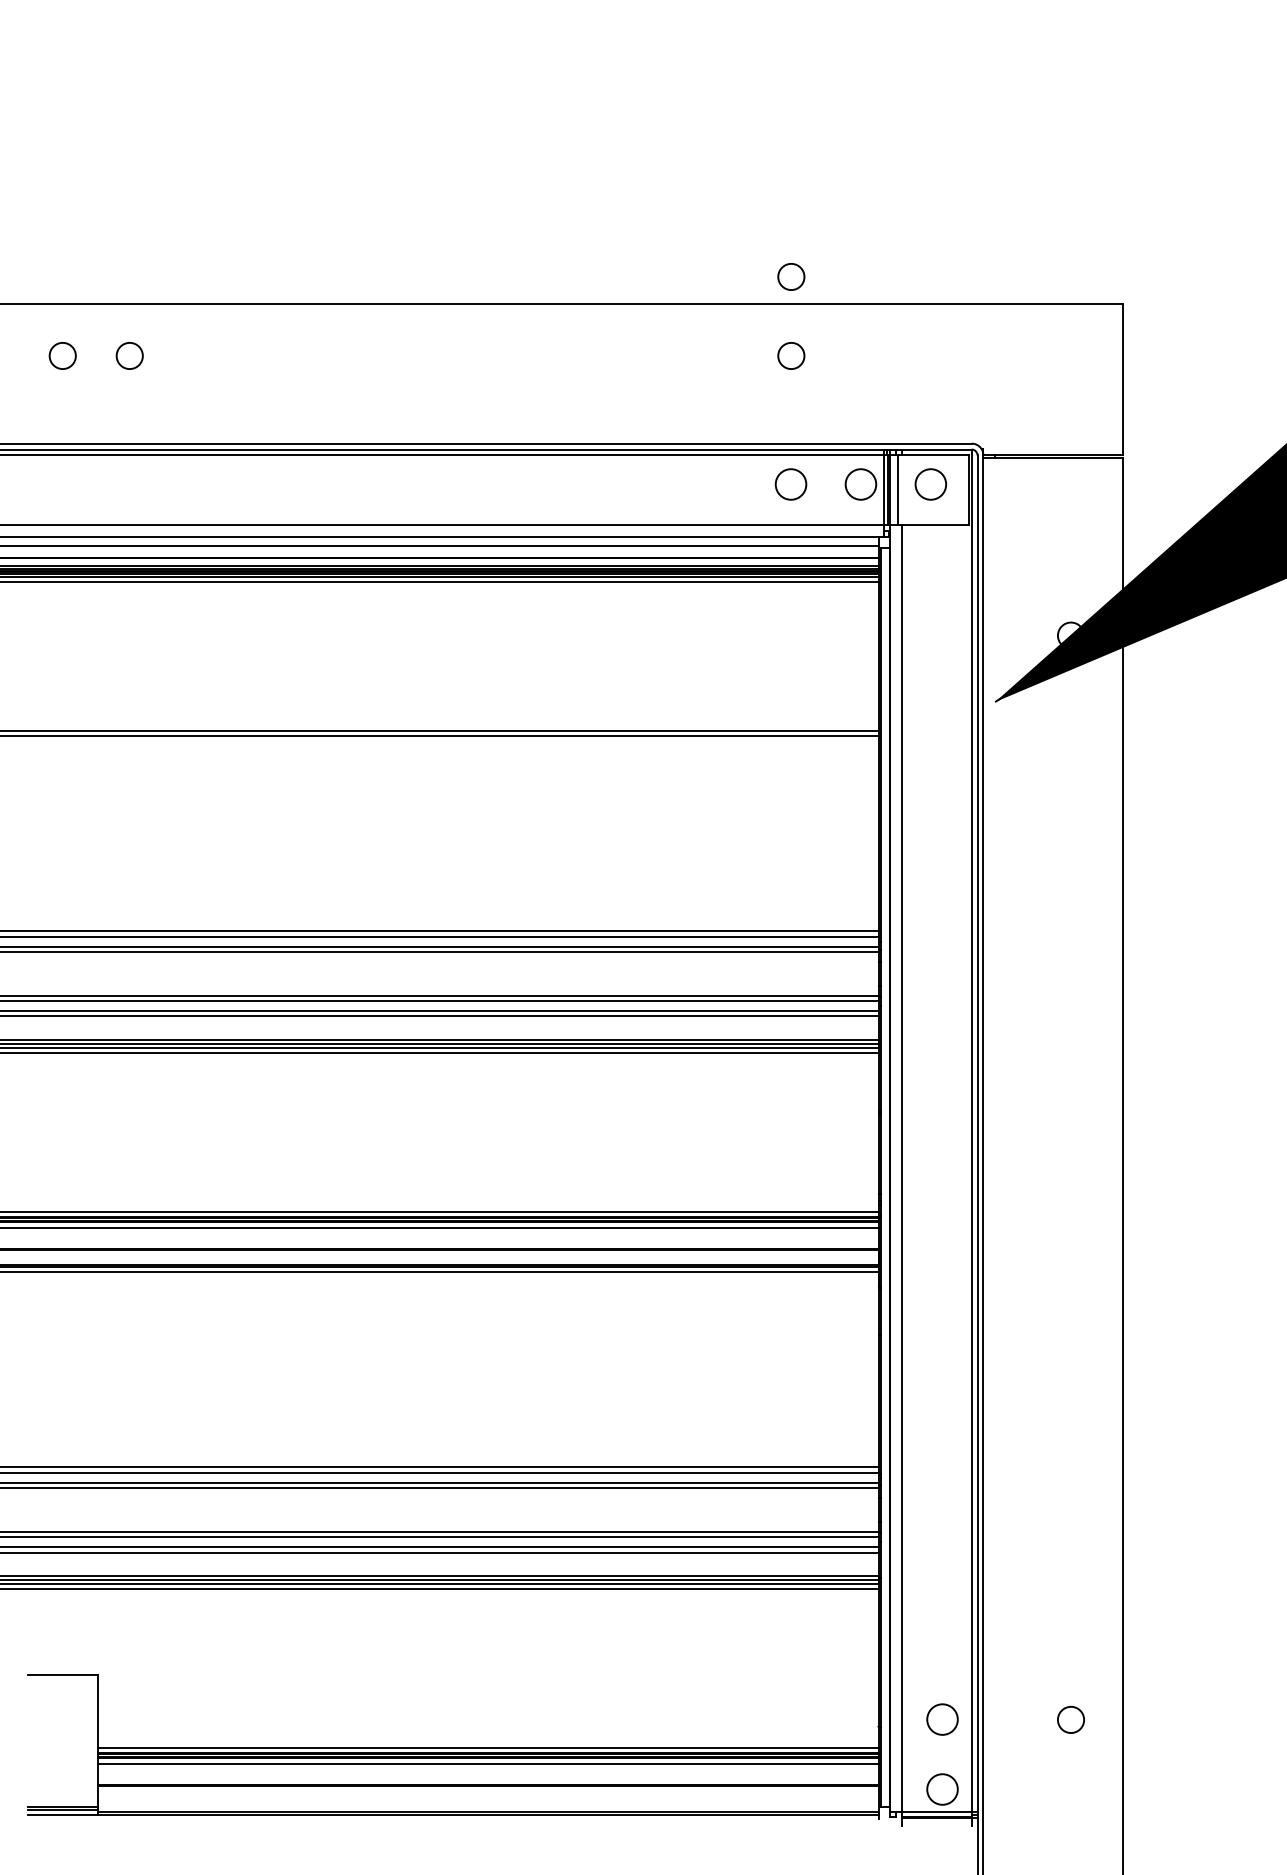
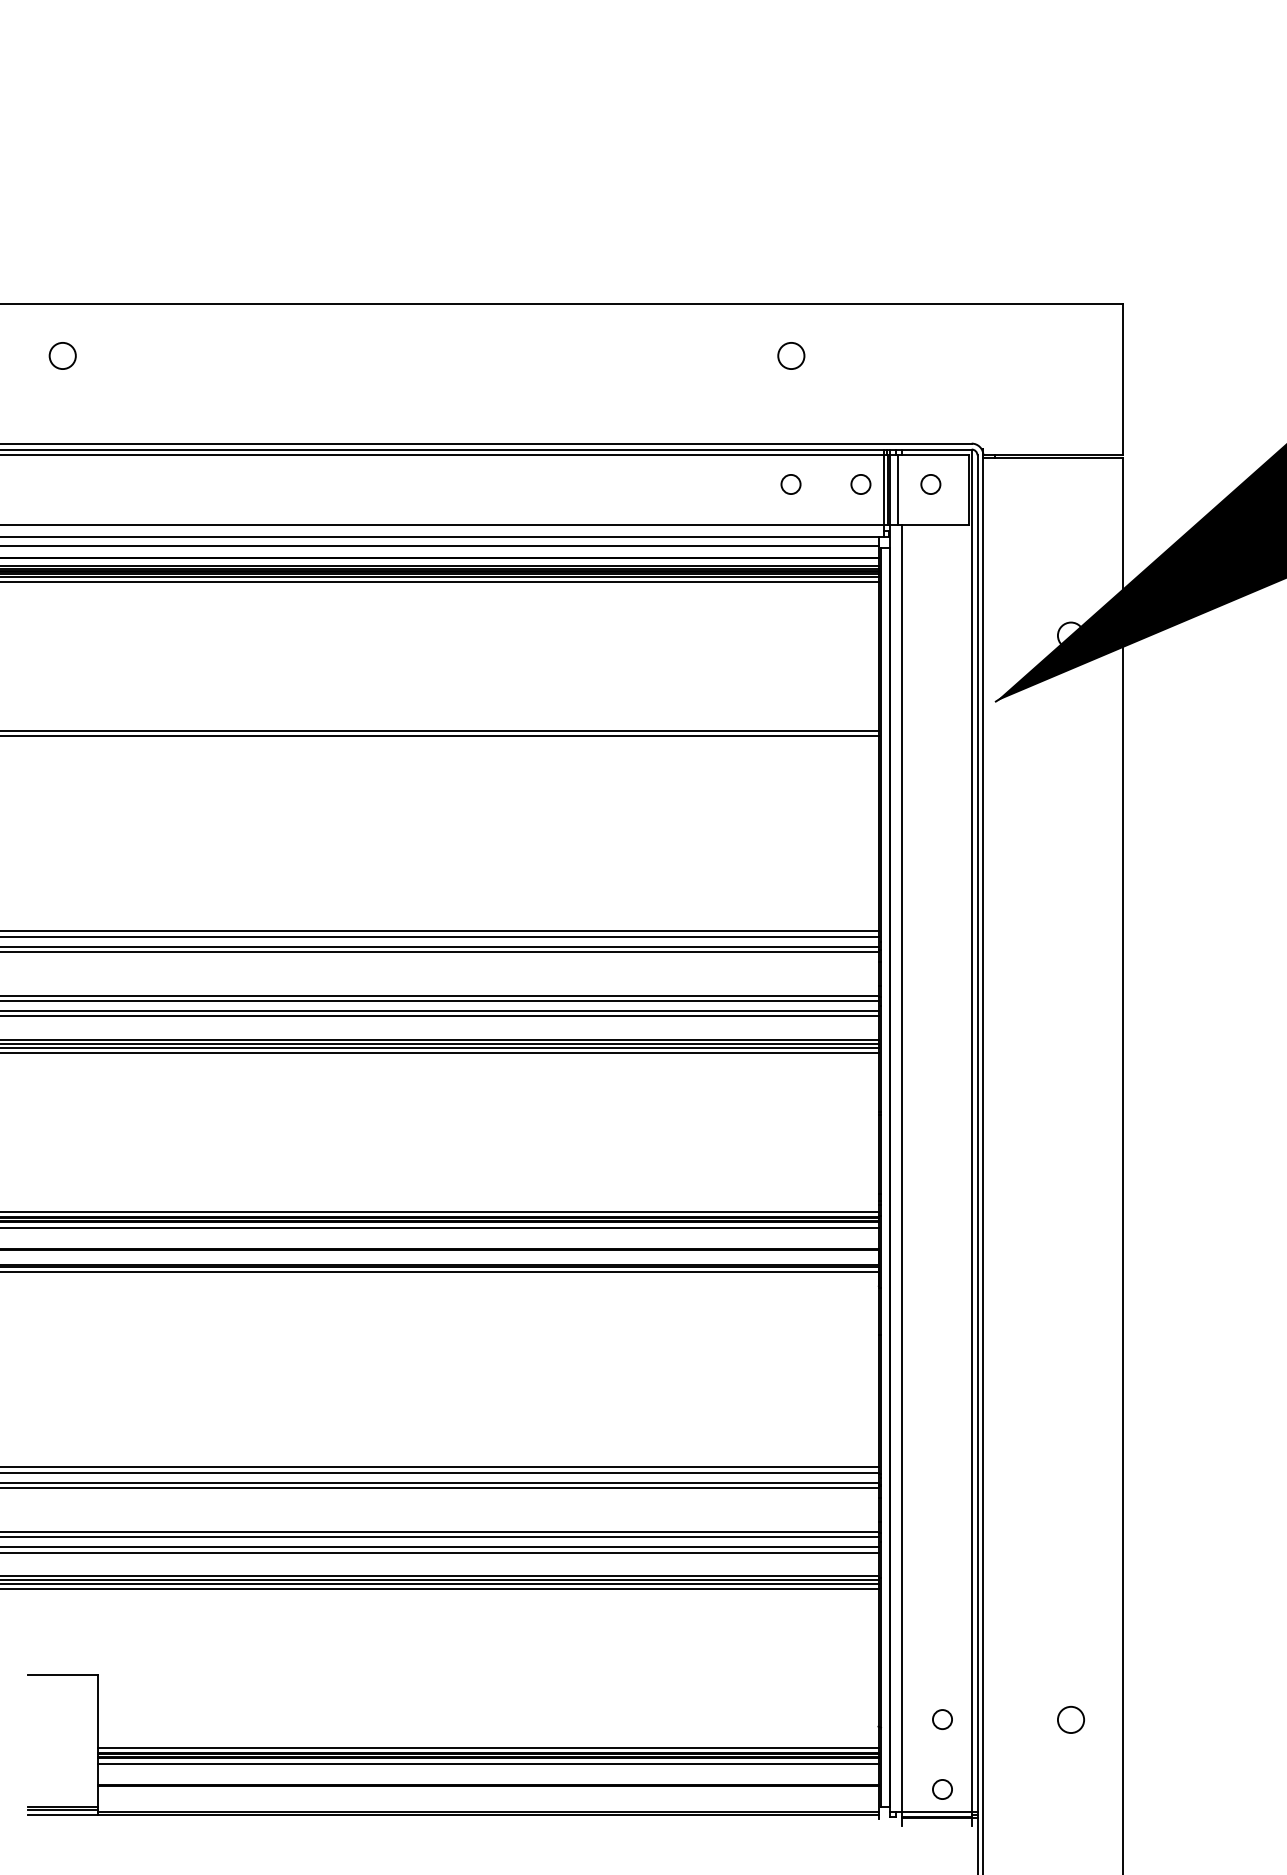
circle at (791, 276): present -> none
circle at (129, 355): present -> none
circle at (790, 484) diameter: 31 px -> 19 px
circle at (860, 484) diameter: 31 px -> 19 px
circle at (930, 484) diameter: 31 px -> 19 px
circle at (942, 1719) diameter: 31 px -> 19 px
circle at (942, 1789) diameter: 31 px -> 19 px
